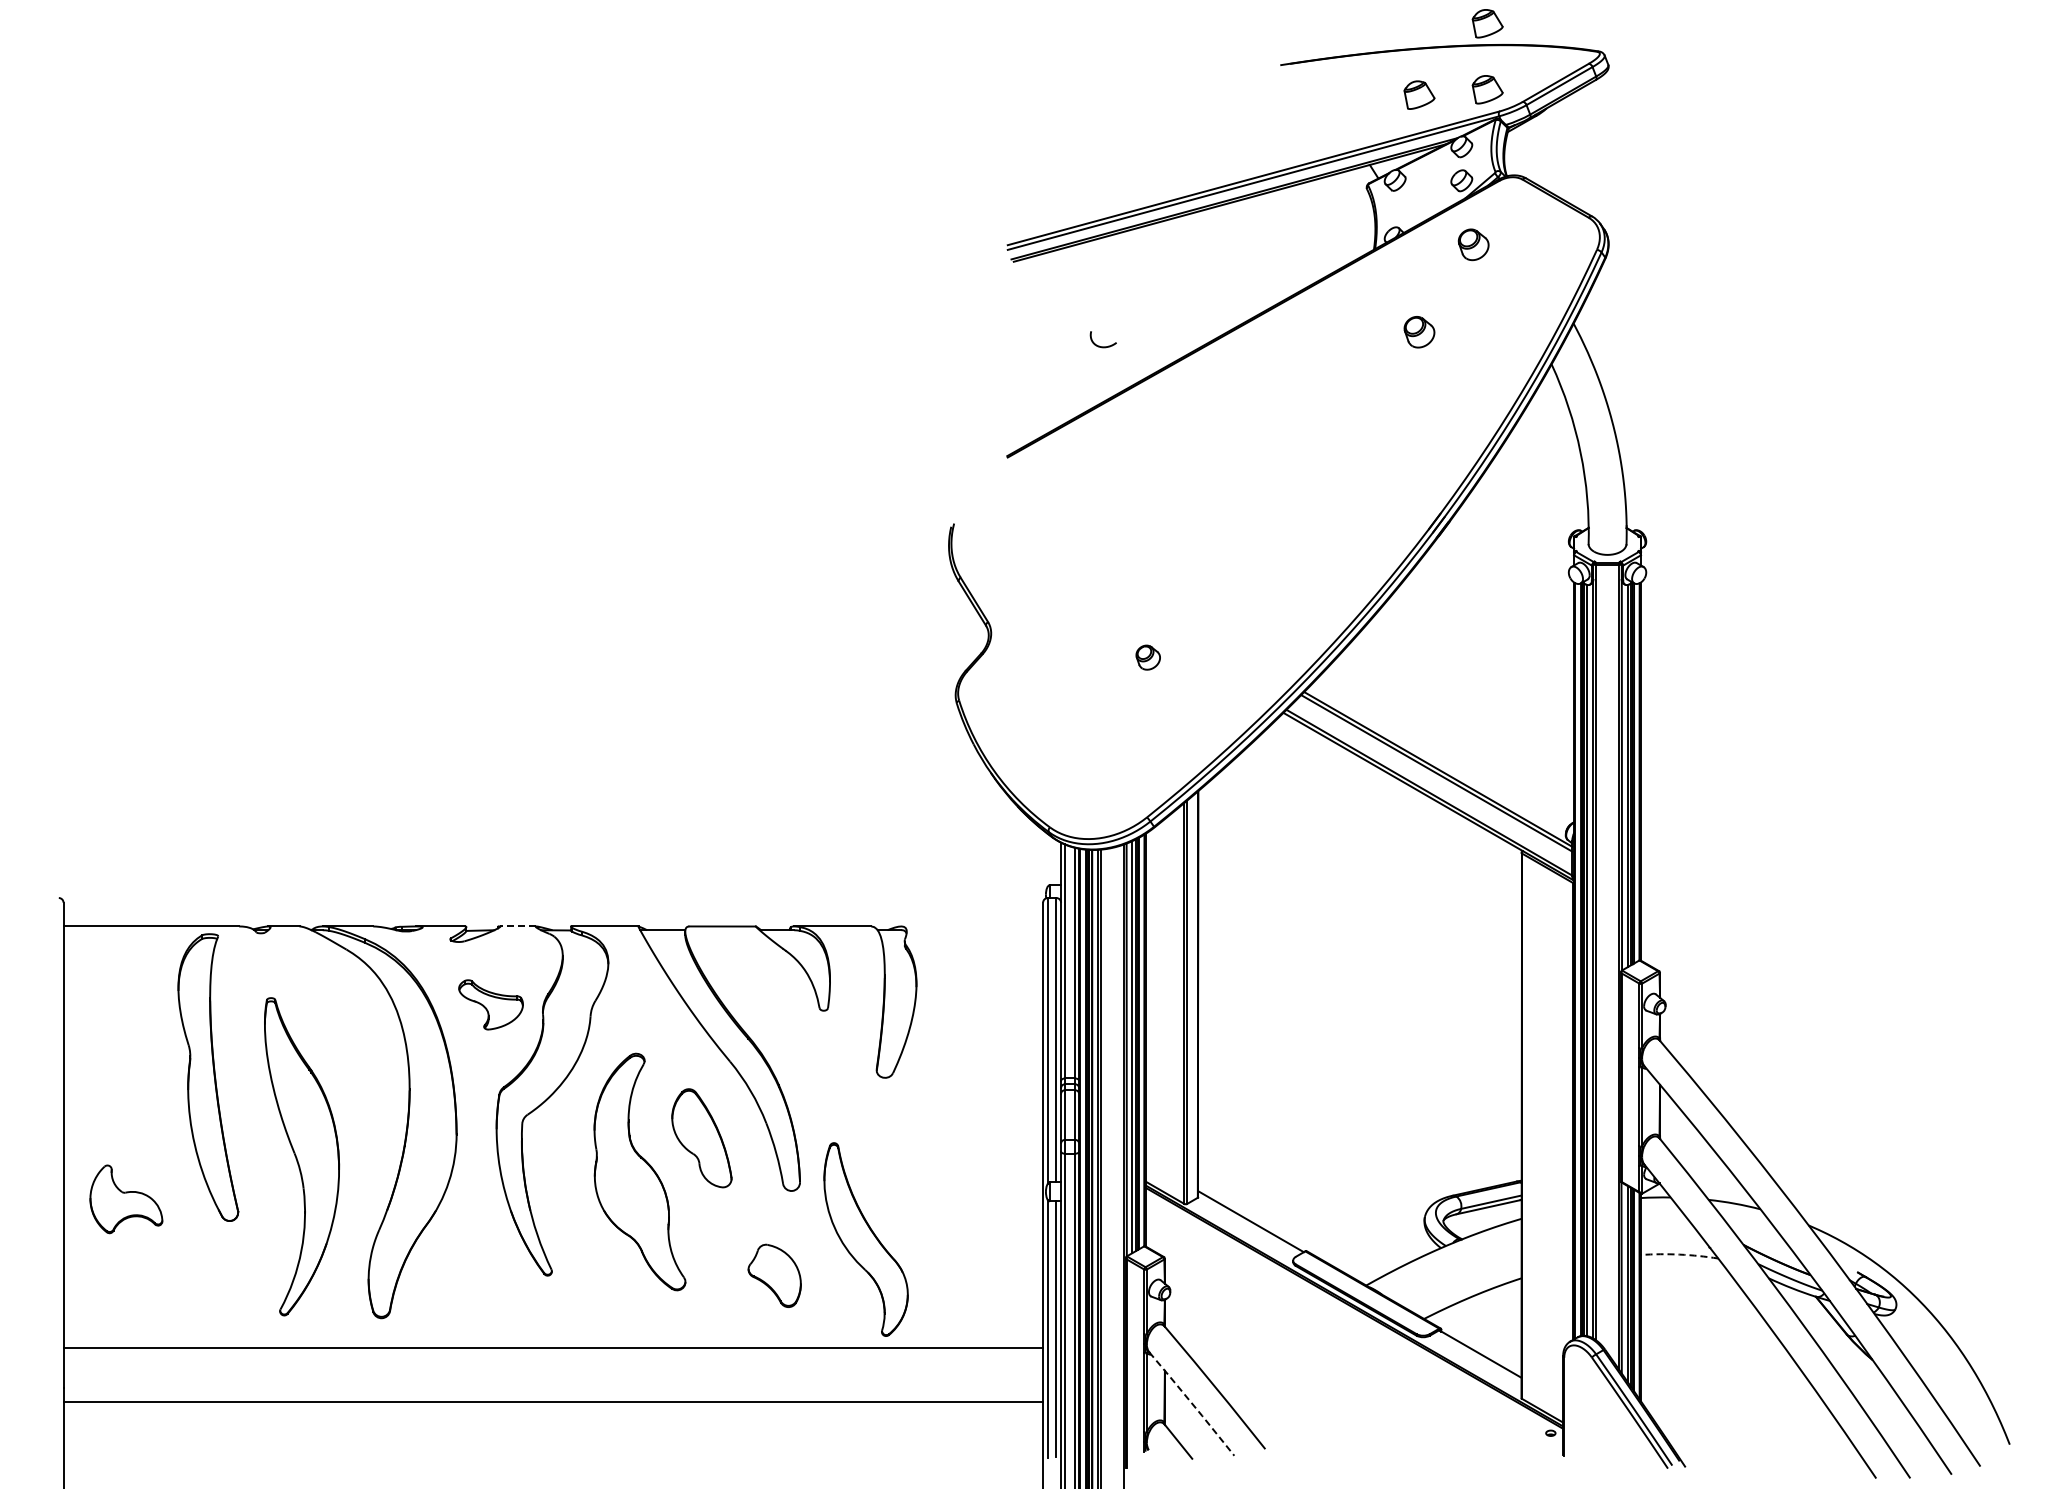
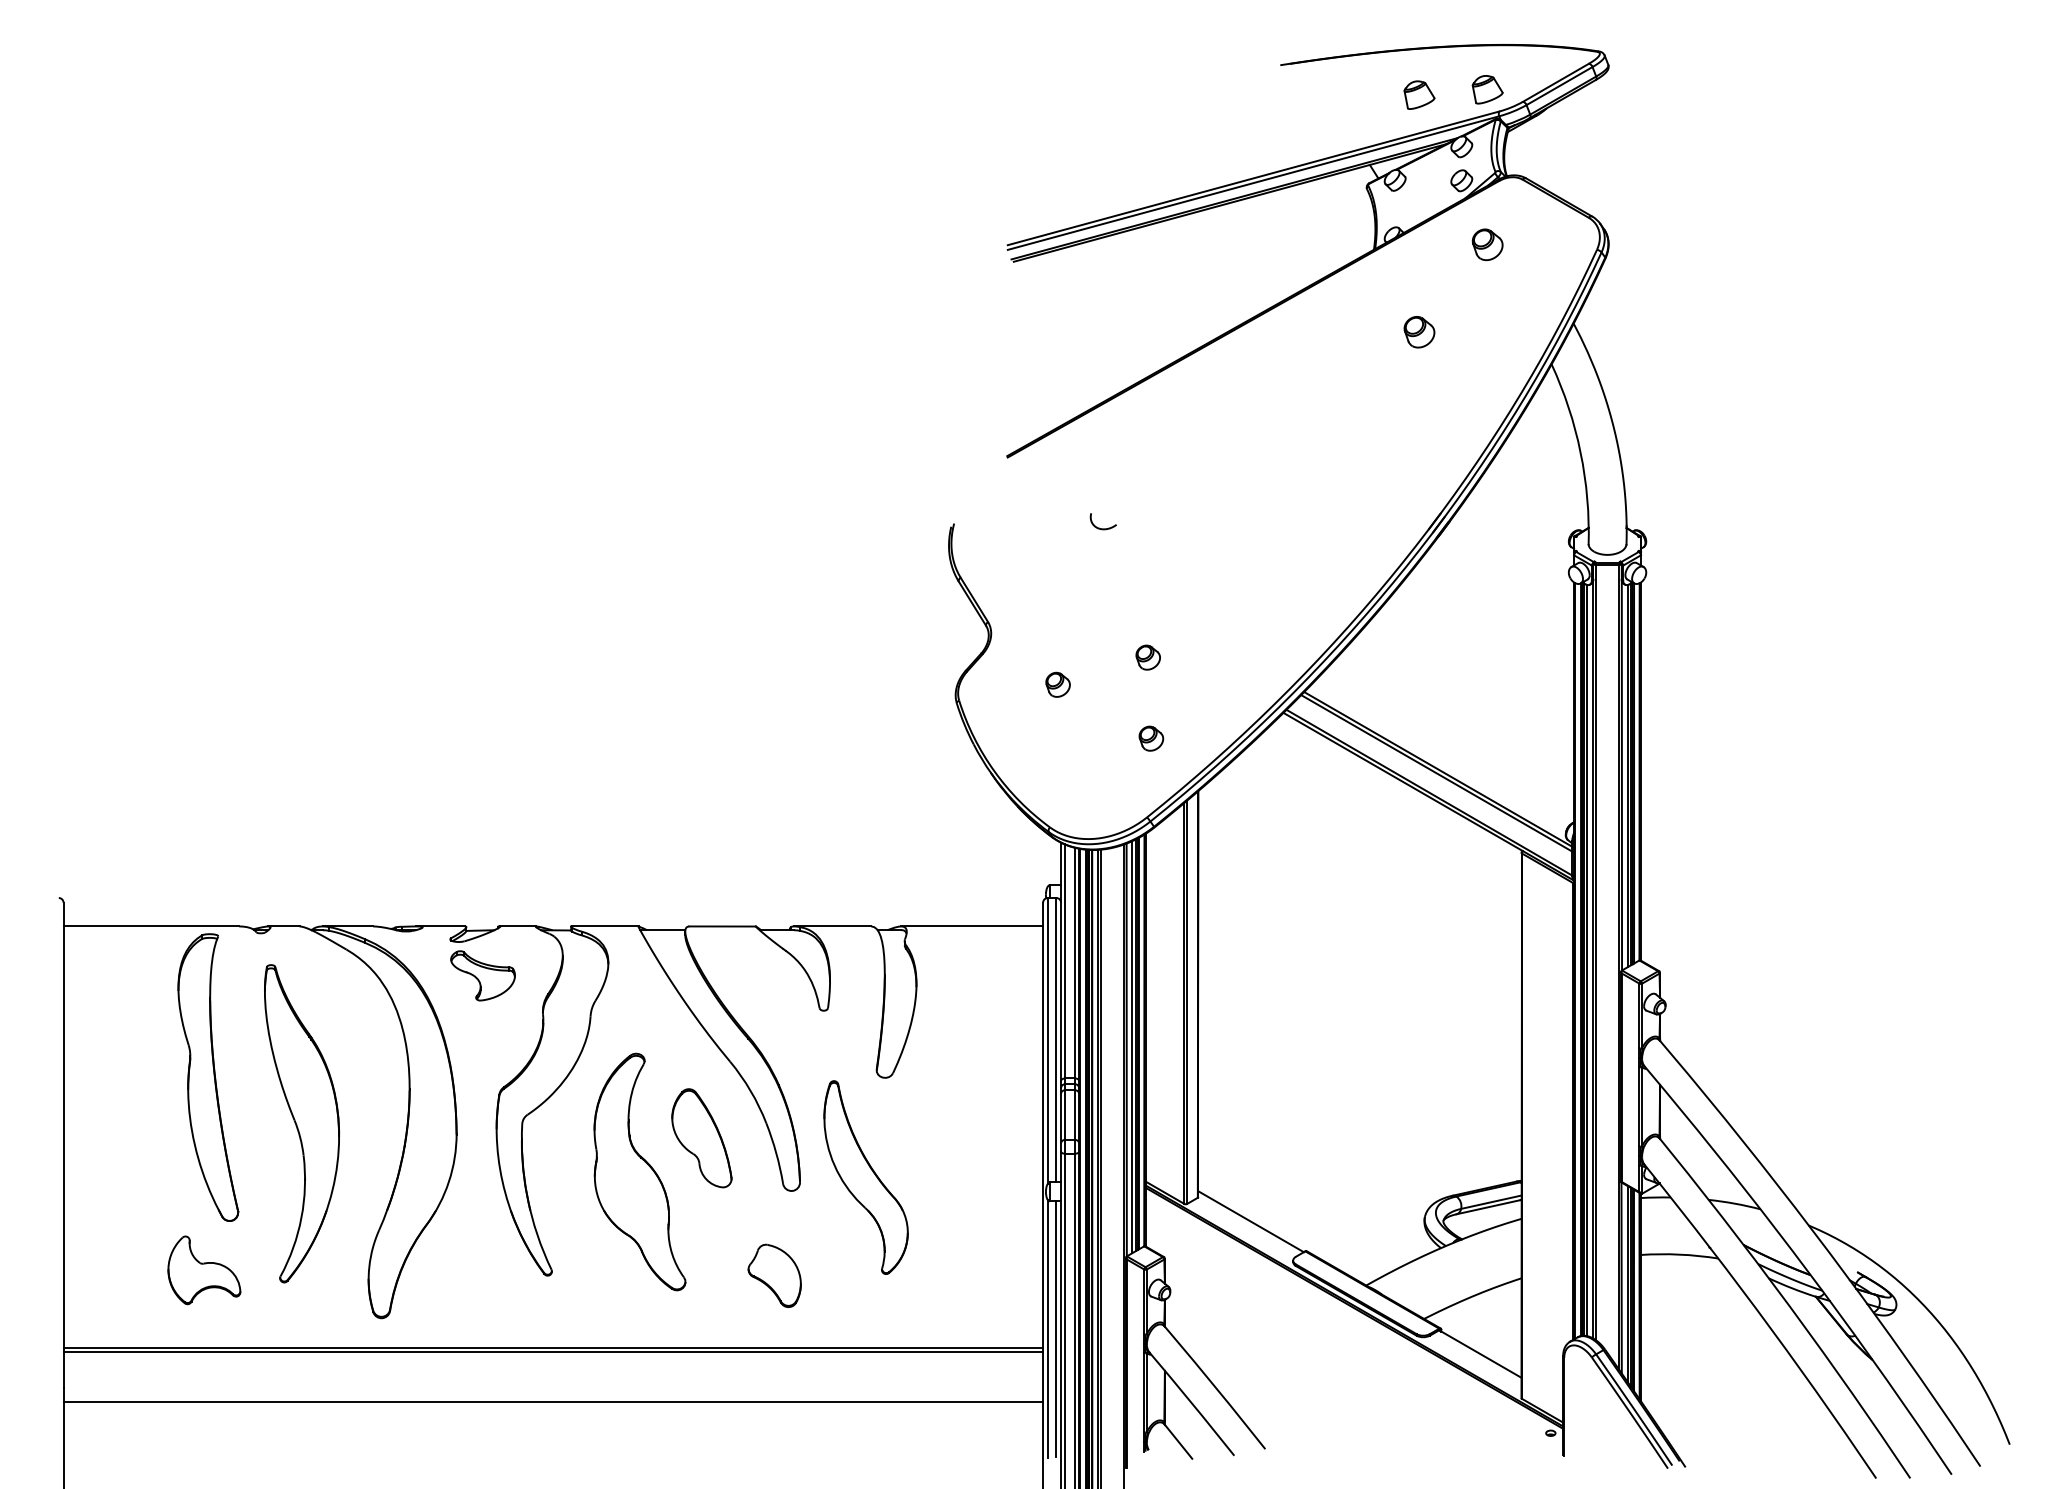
part at (1487, 23): present -> none
part at (1473, 244) position: (1473, 244) -> (1487, 244)
curve at (1099, 345) position: (1099, 345) -> (1099, 527)
part at (1057, 684): none -> present
part at (1151, 738): none -> present
line at (517, 926): dashed -> solid
line at (972, 926): none -> present
part at (490, 1004) position: (490, 1004) -> (482, 975)
part at (302, 1156) position: (302, 1156) -> (302, 1123)
part at (126, 1199) position: (126, 1199) -> (204, 1270)
part at (865, 1239) position: (865, 1239) -> (865, 1177)
arc at (1679, 1254): dashed -> solid
line at (553, 1351): none -> present
line at (1192, 1404): dashed -> solid
